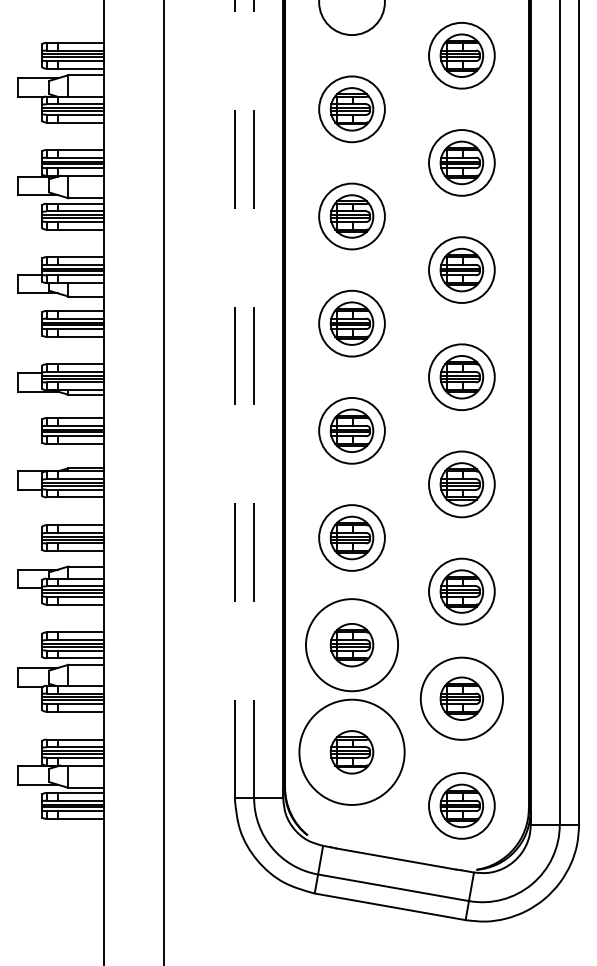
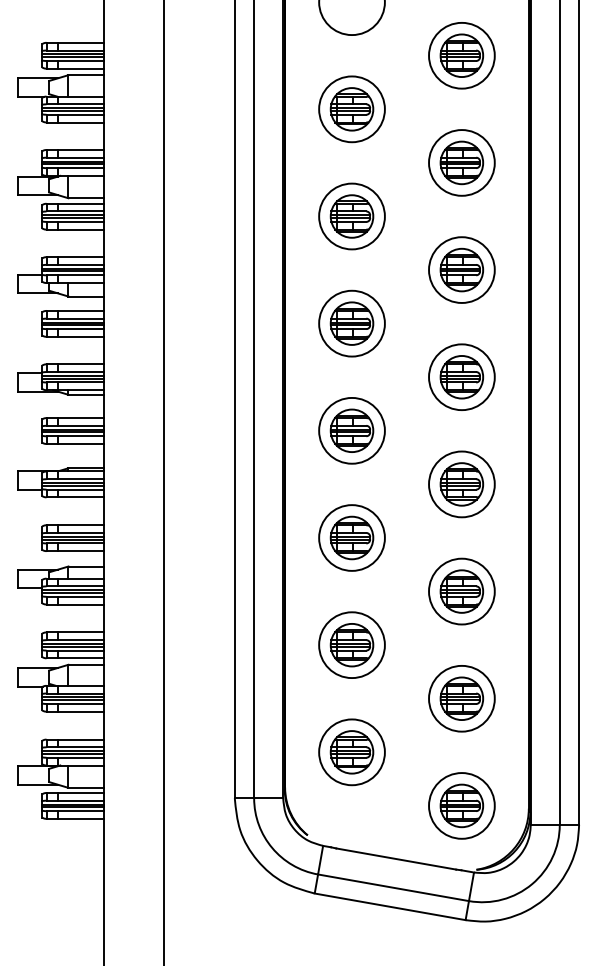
line at (234, 399): dashed -> solid
line at (254, 399): dashed -> solid
circle at (351, 645) diameter: 92 px -> 66 px
circle at (461, 698) diameter: 82 px -> 66 px
circle at (351, 751) diameter: 105 px -> 66 px
